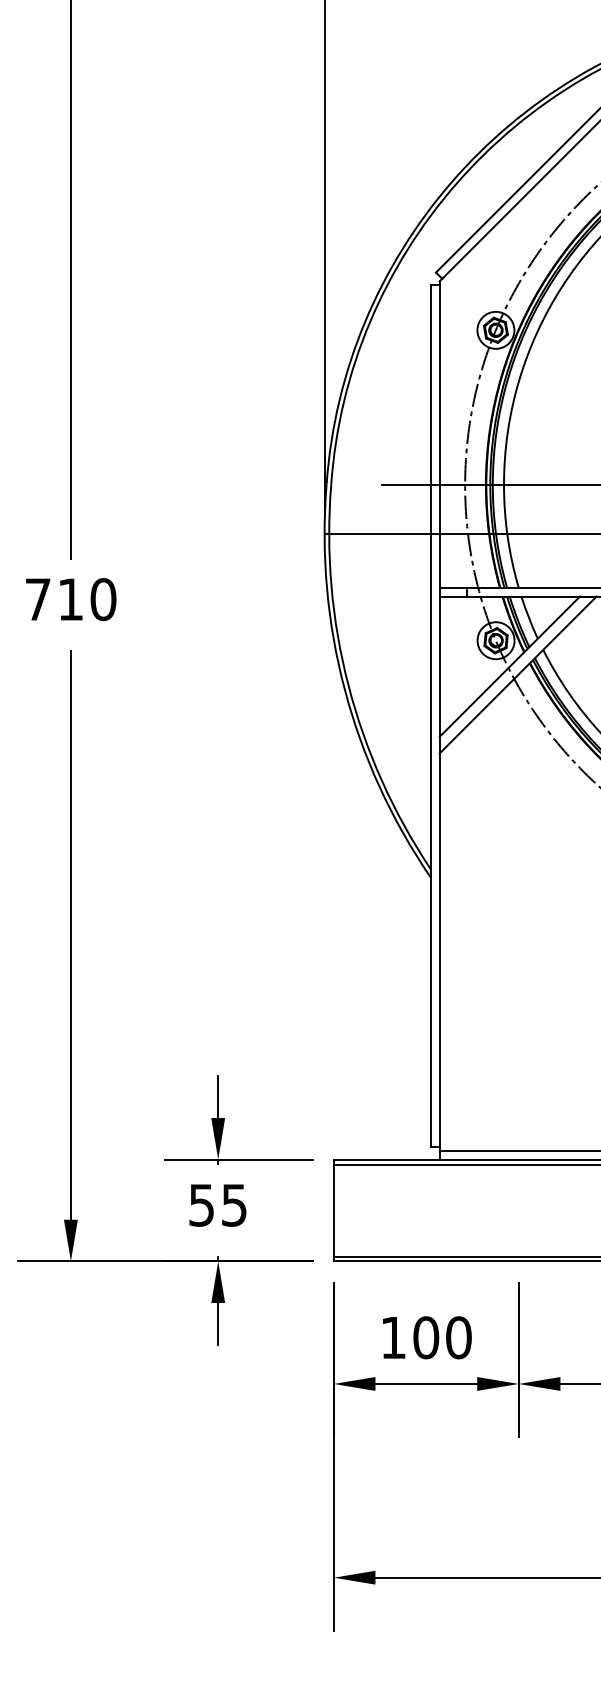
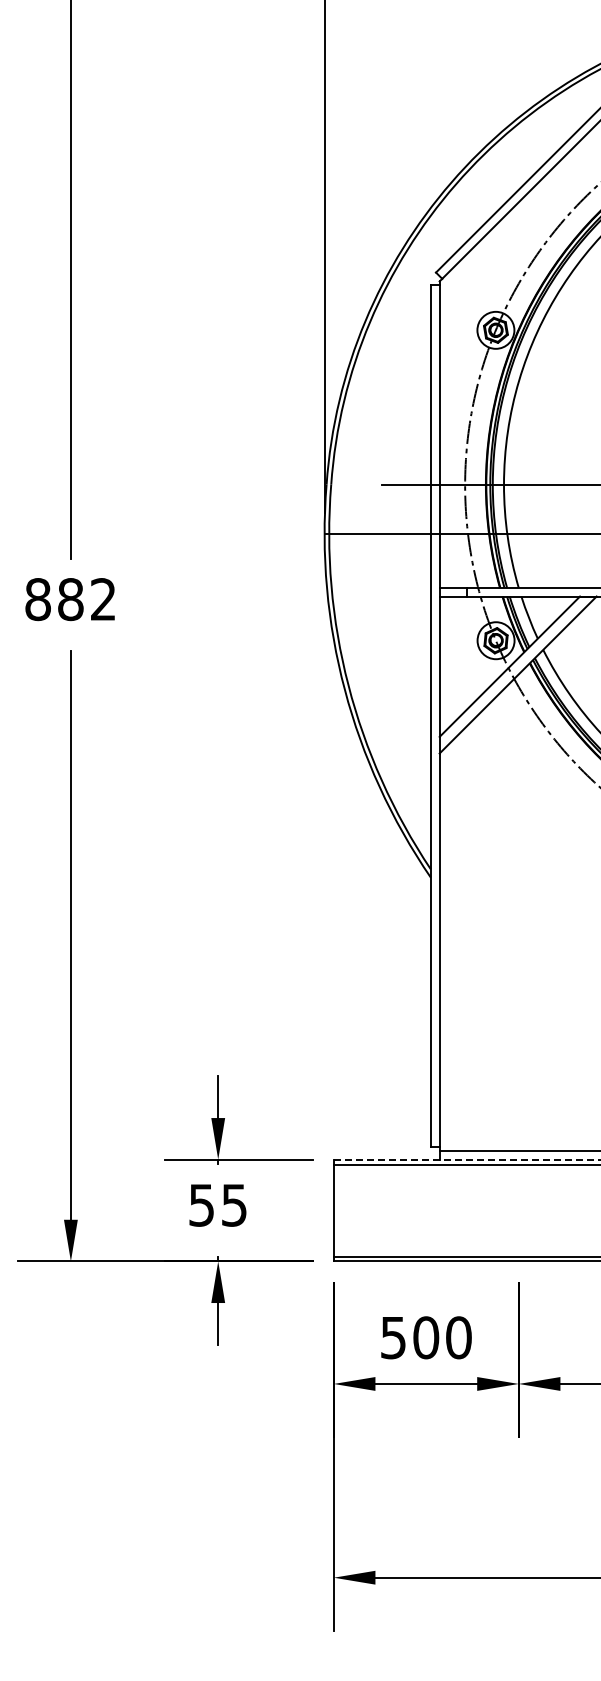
text at (70, 599): 710 -> 882
line at (467, 1159): solid -> dashed
text at (393, 1338): 100 -> 500
